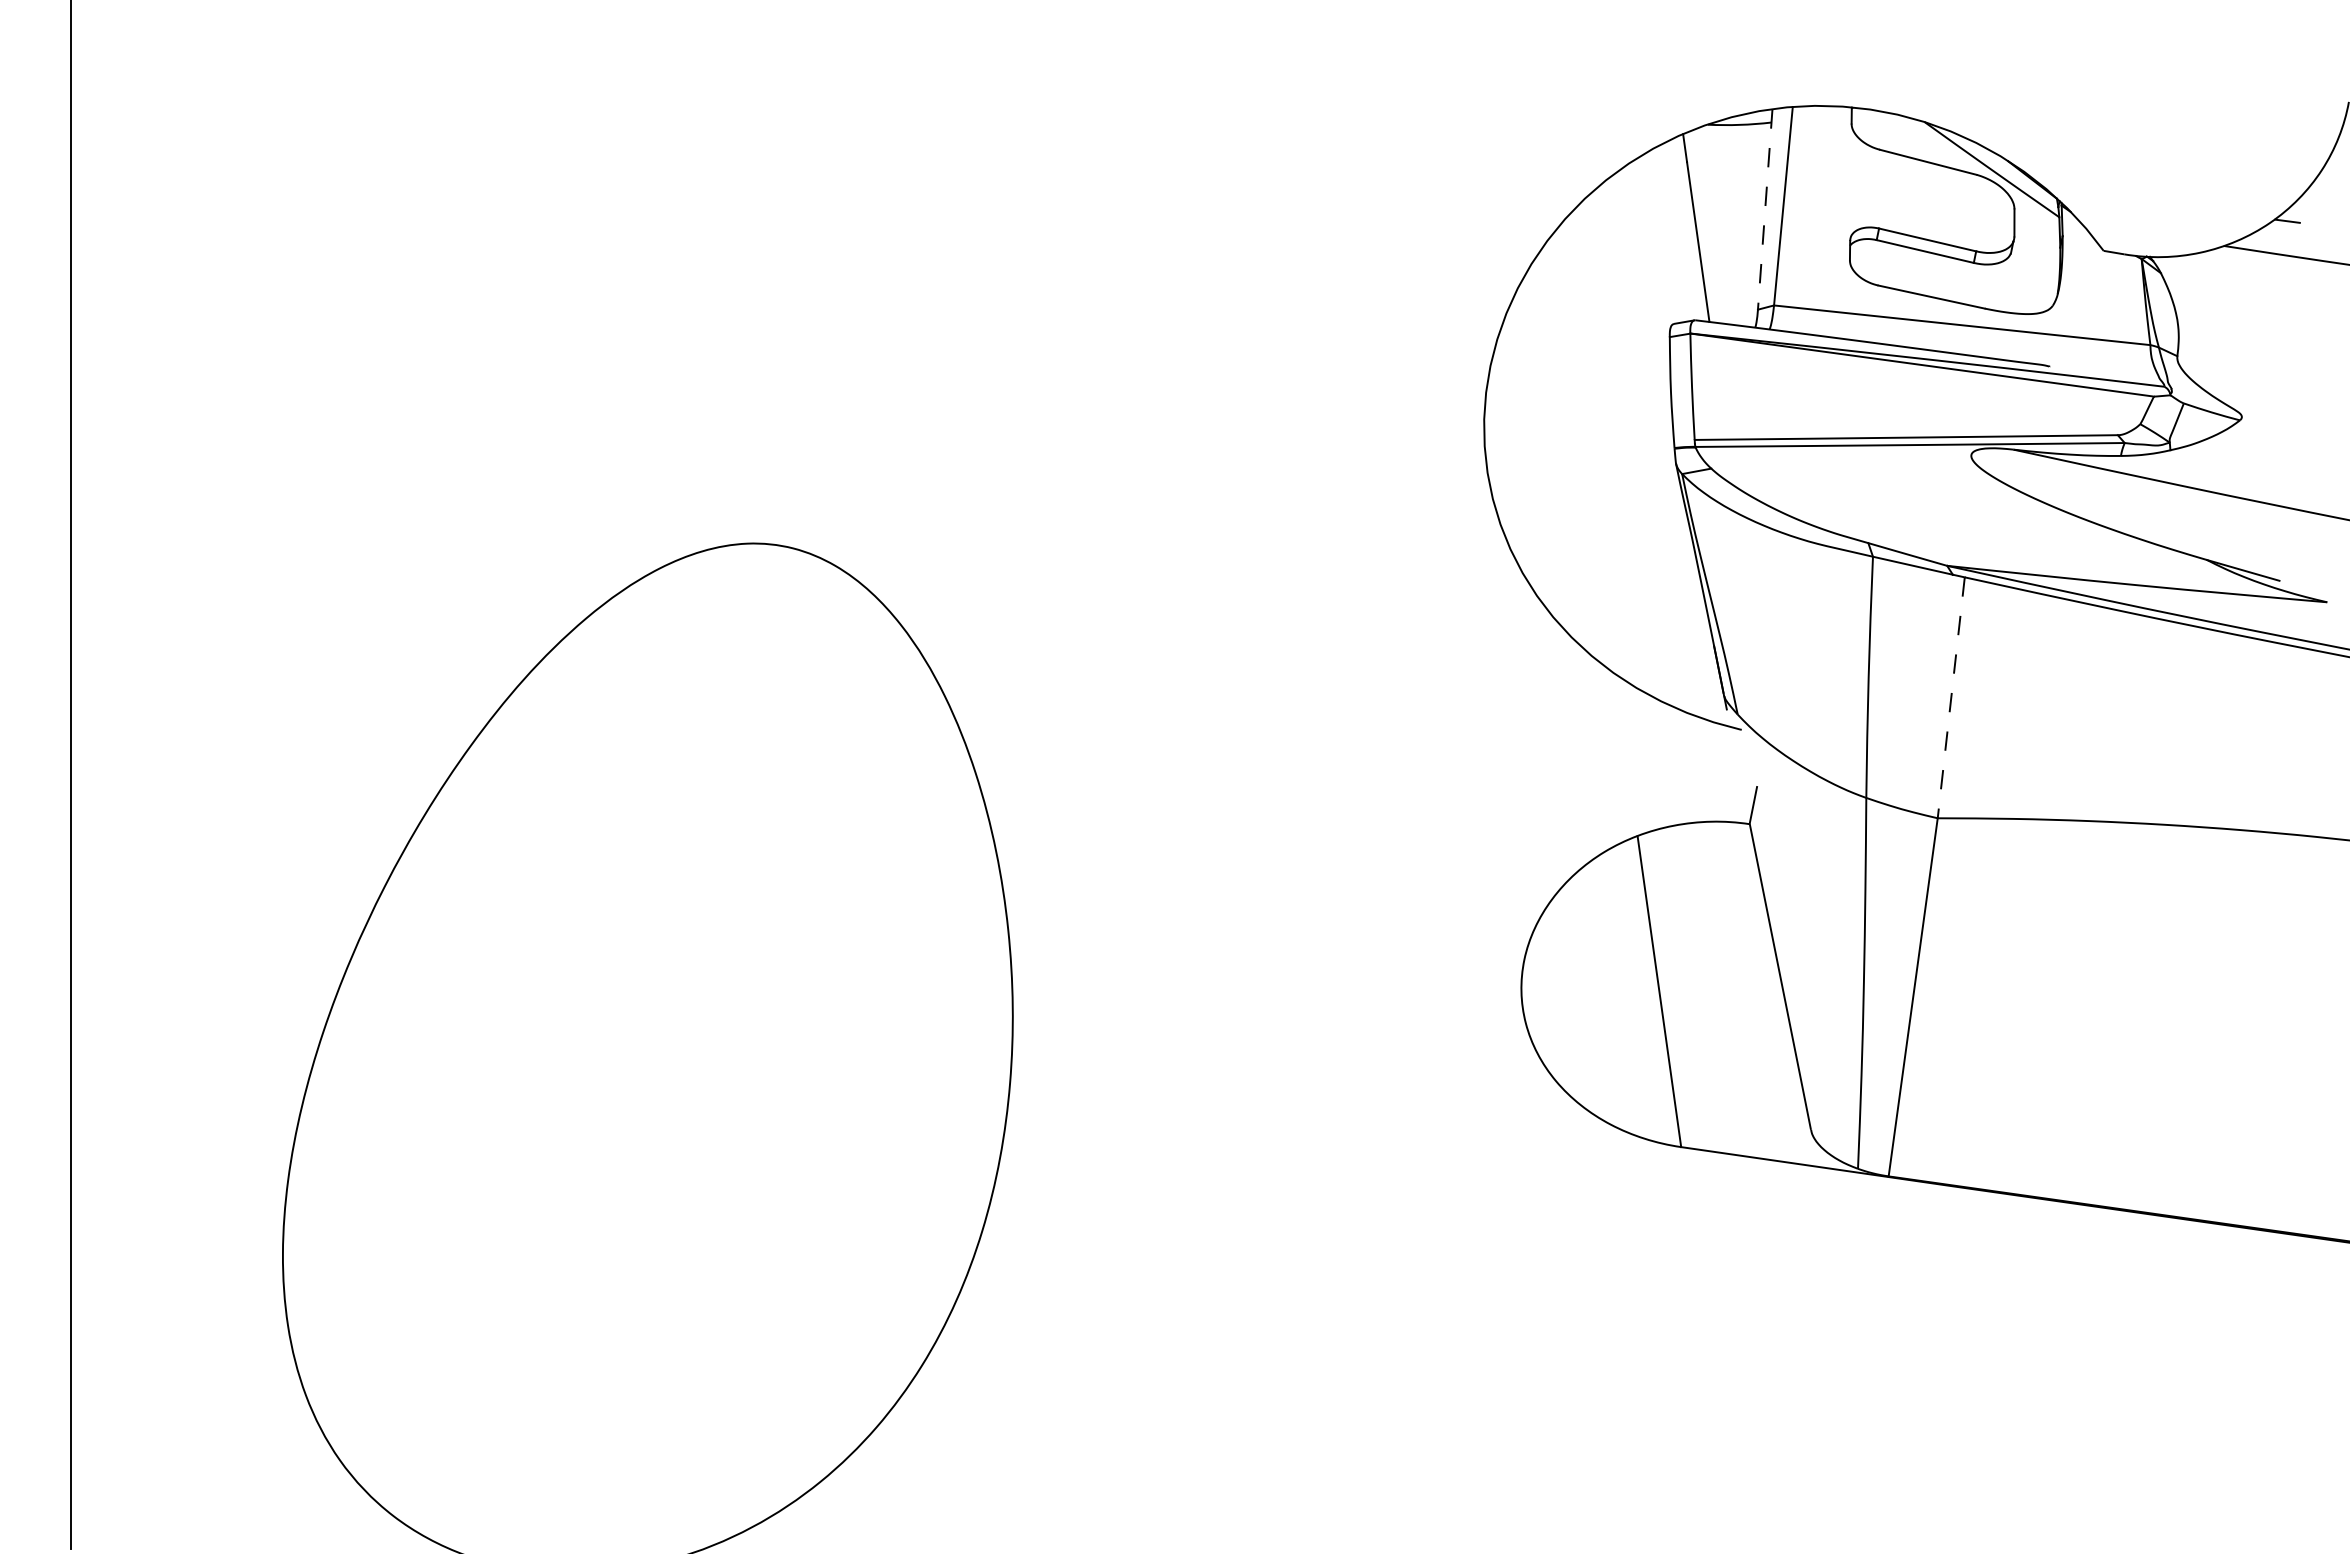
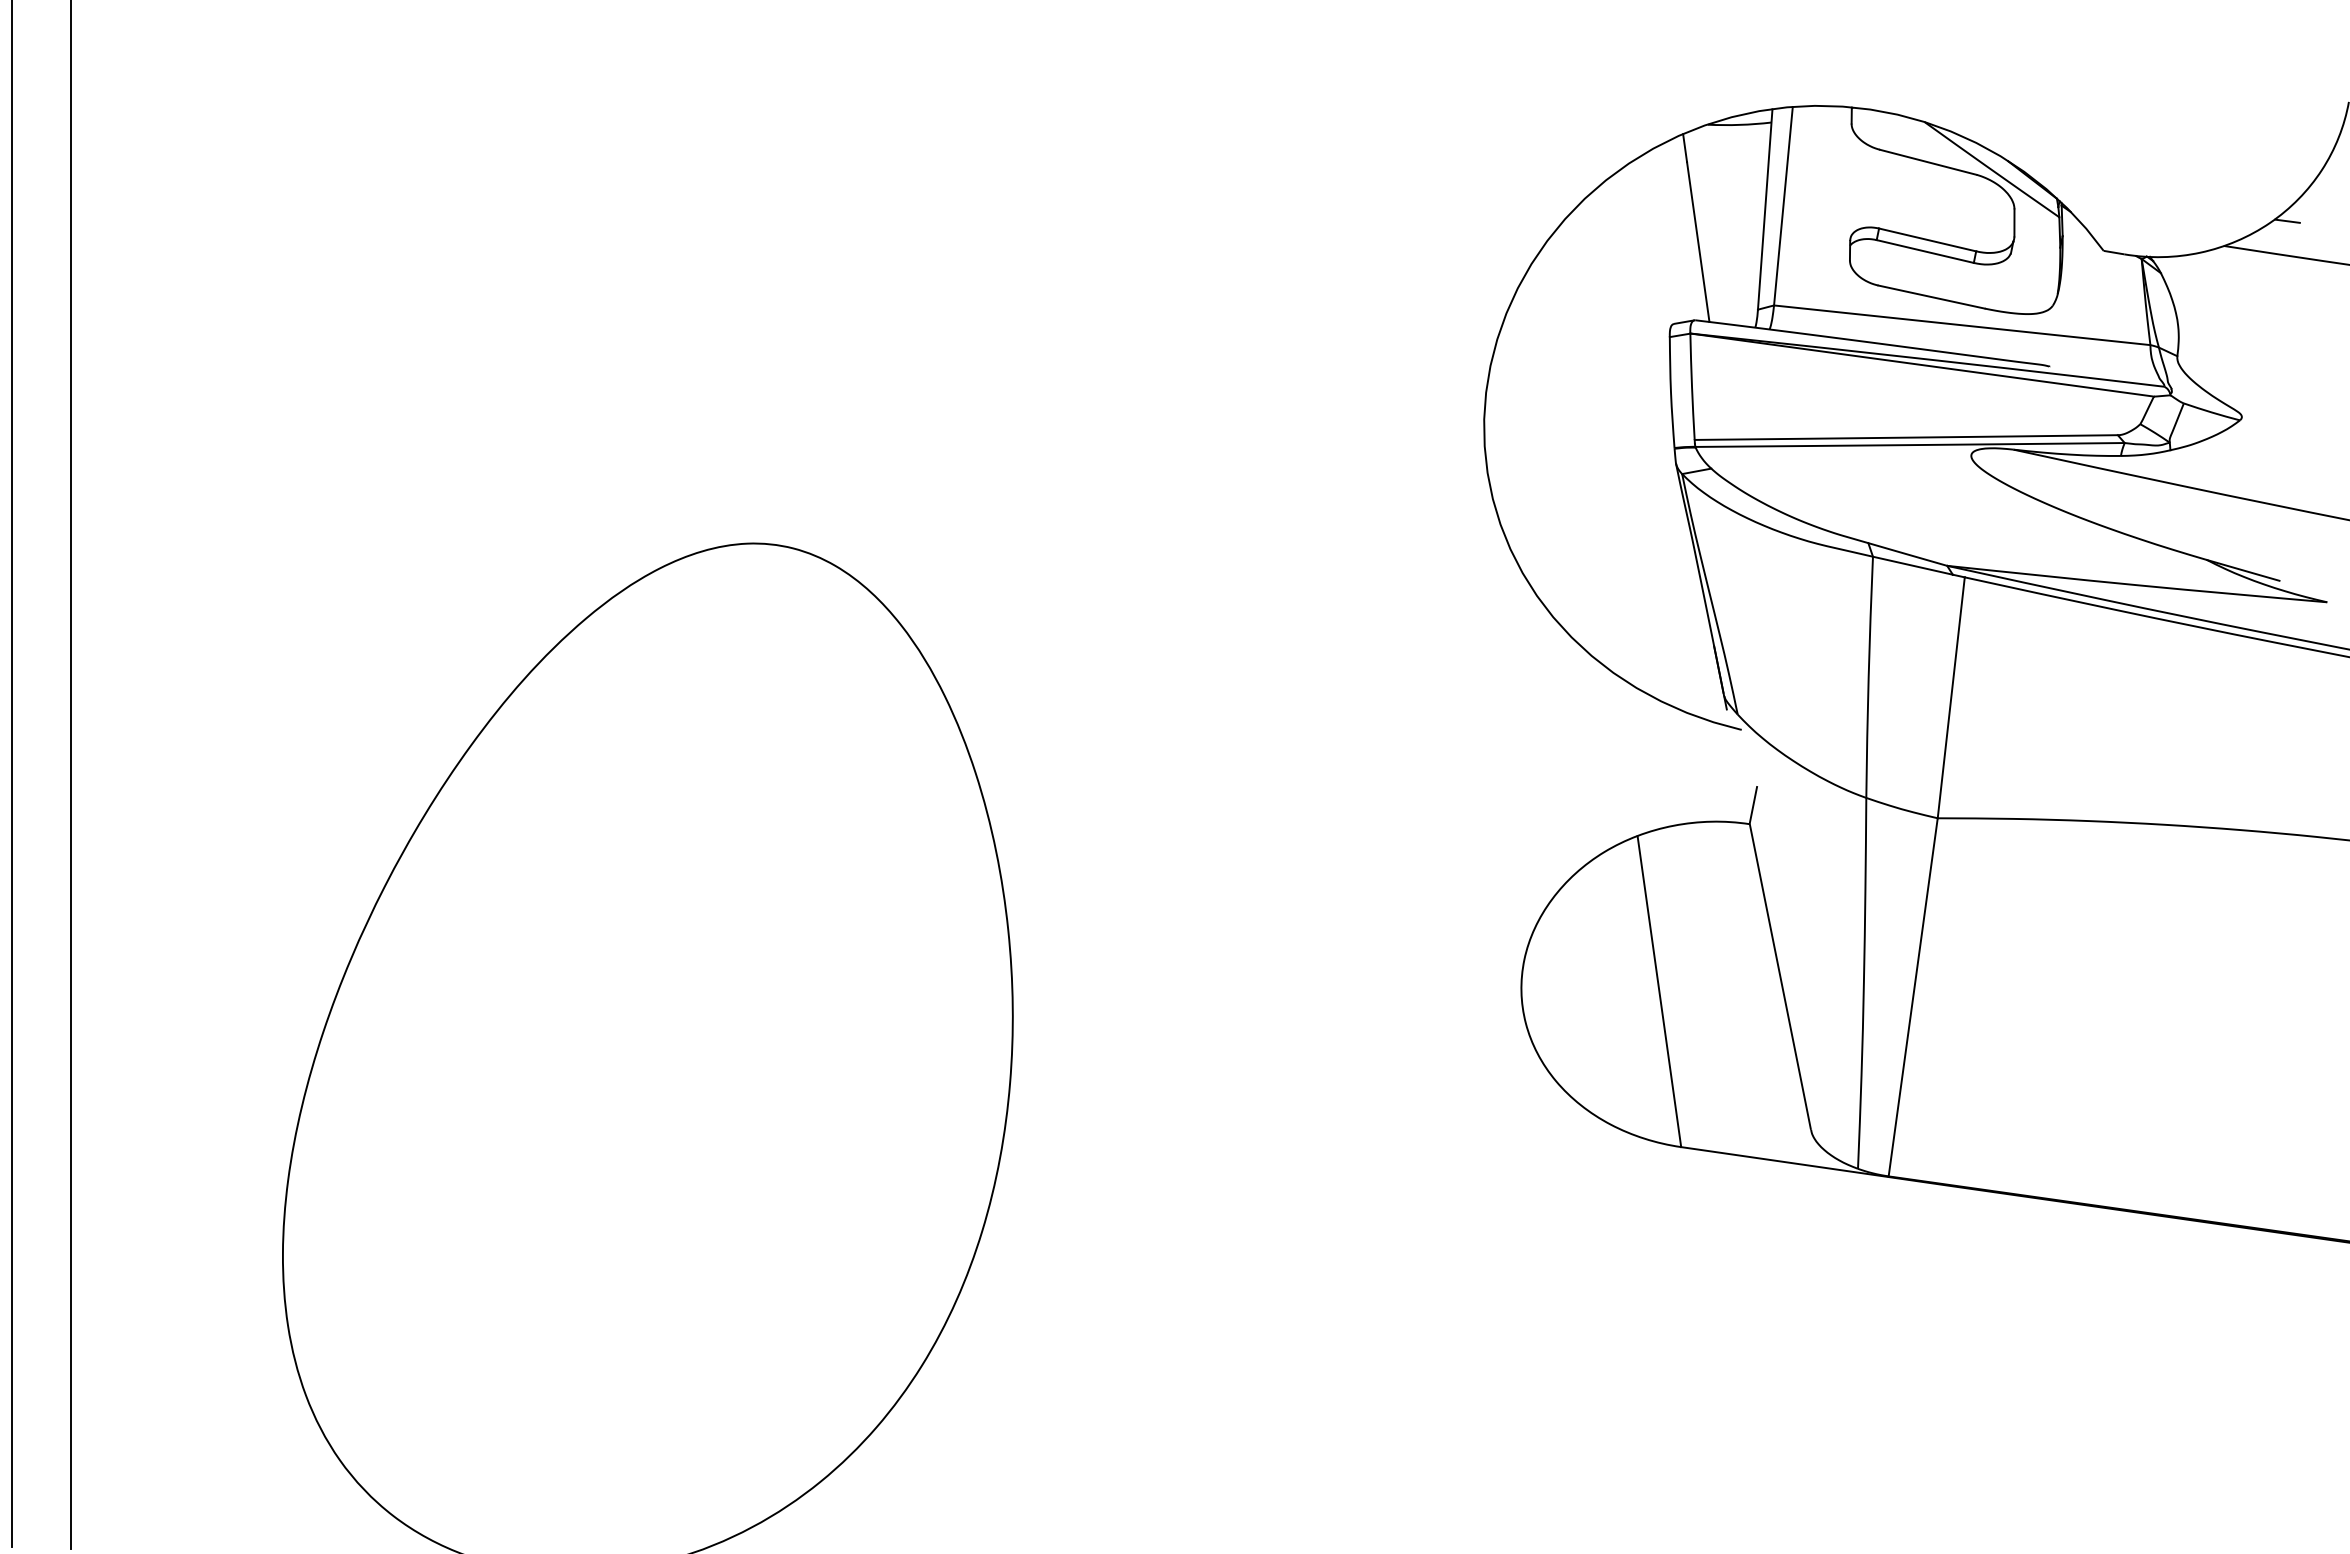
line at (1765, 210): dashed -> solid
line at (1951, 698): dashed -> solid
line at (12, 774): none -> present
